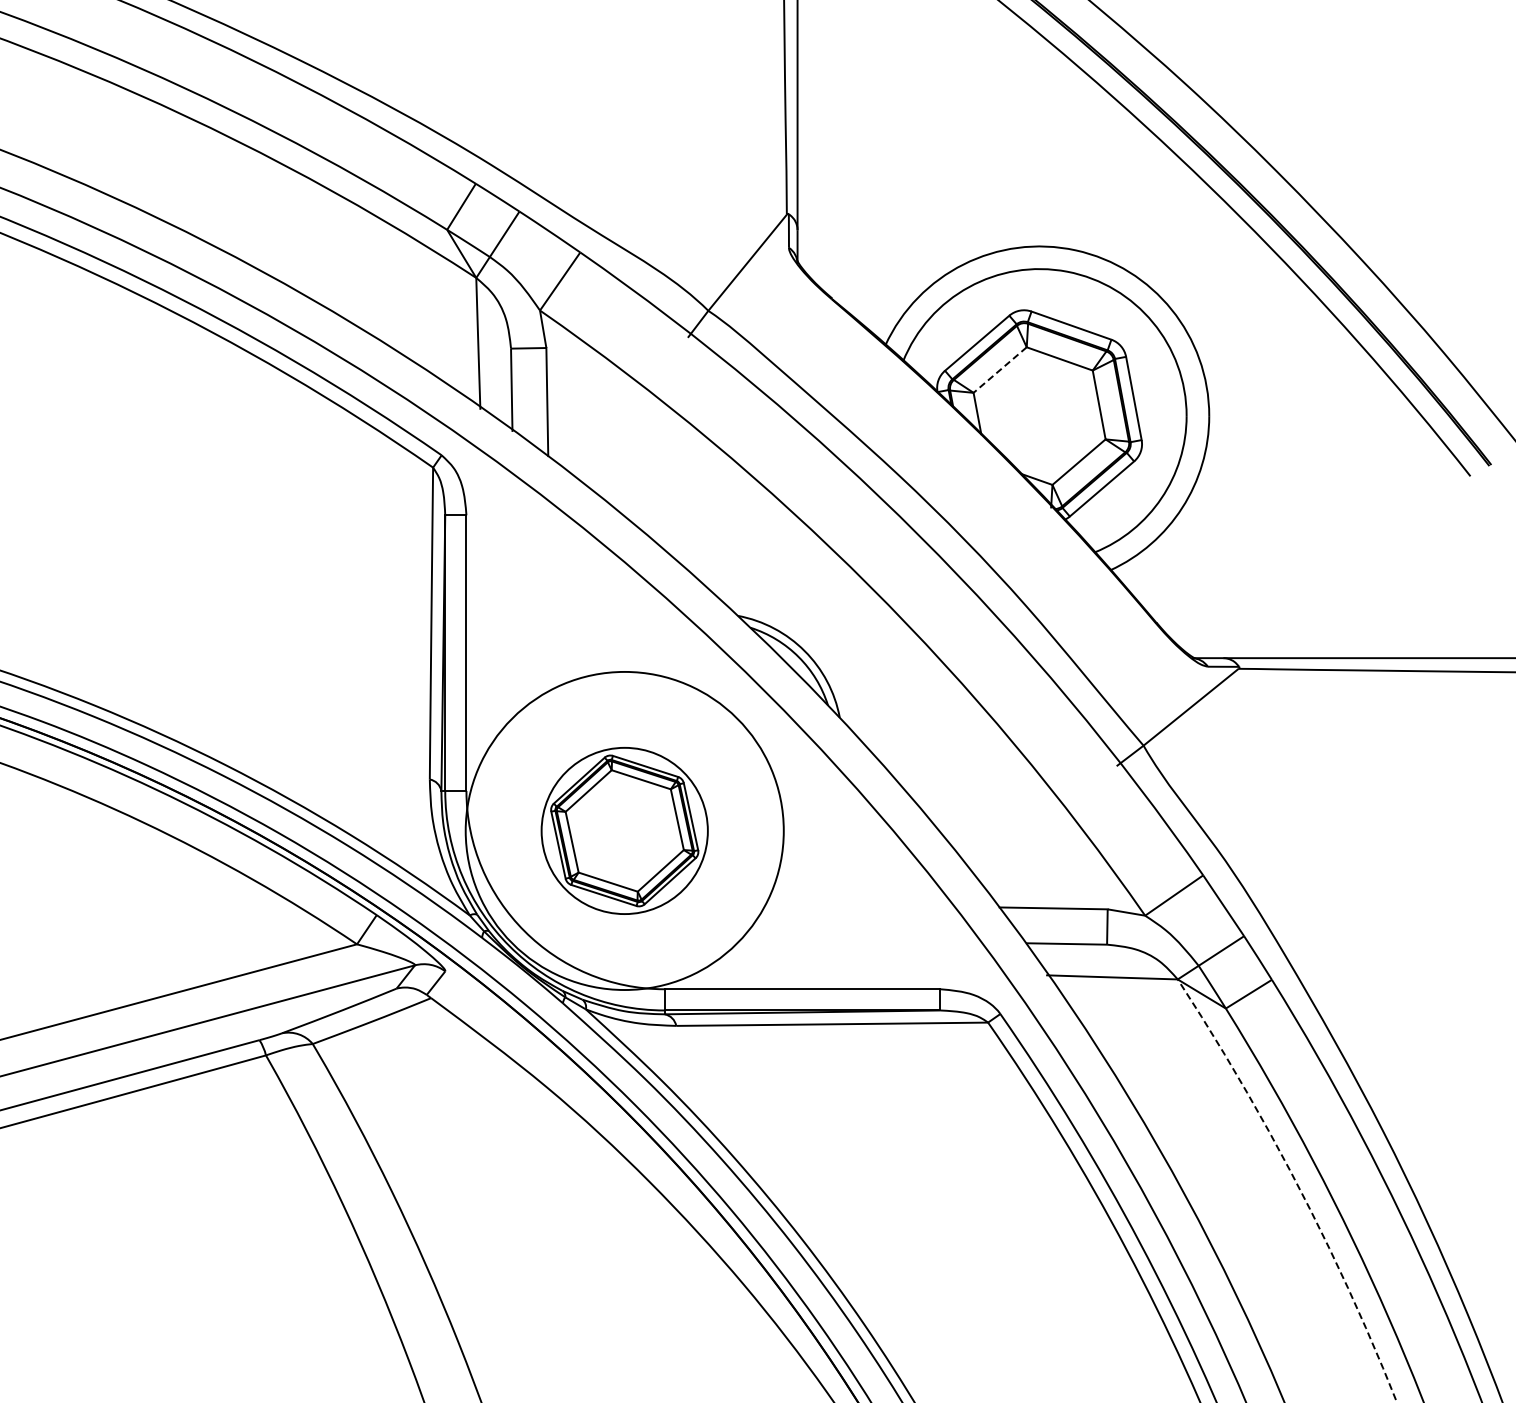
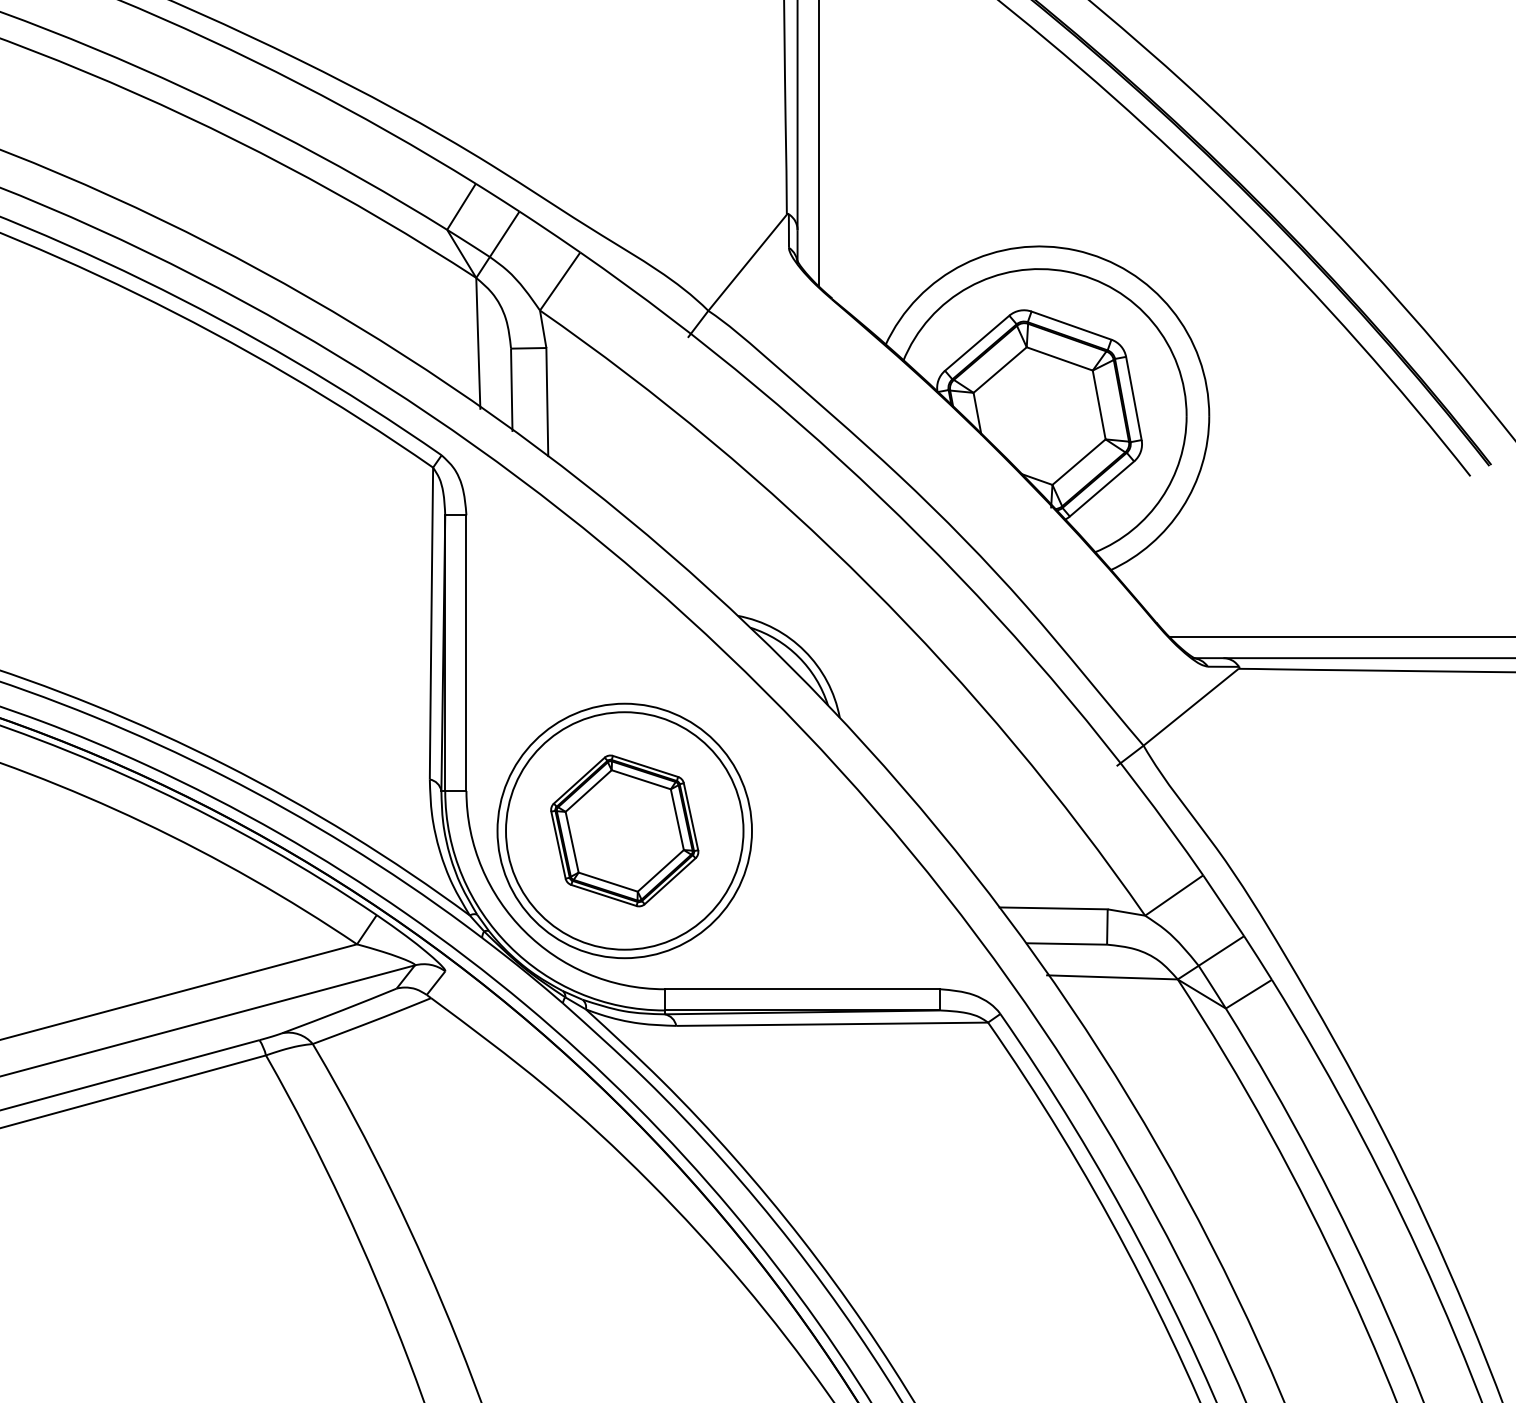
line at (818, 144): none -> present
line at (999, 370): dashed -> solid
line at (1340, 636): none -> present
circle at (624, 830) diameter: 166 px -> 238 px
circle at (624, 830) diameter: 318 px -> 254 px
arc at (1297, 1184): dashed -> solid
